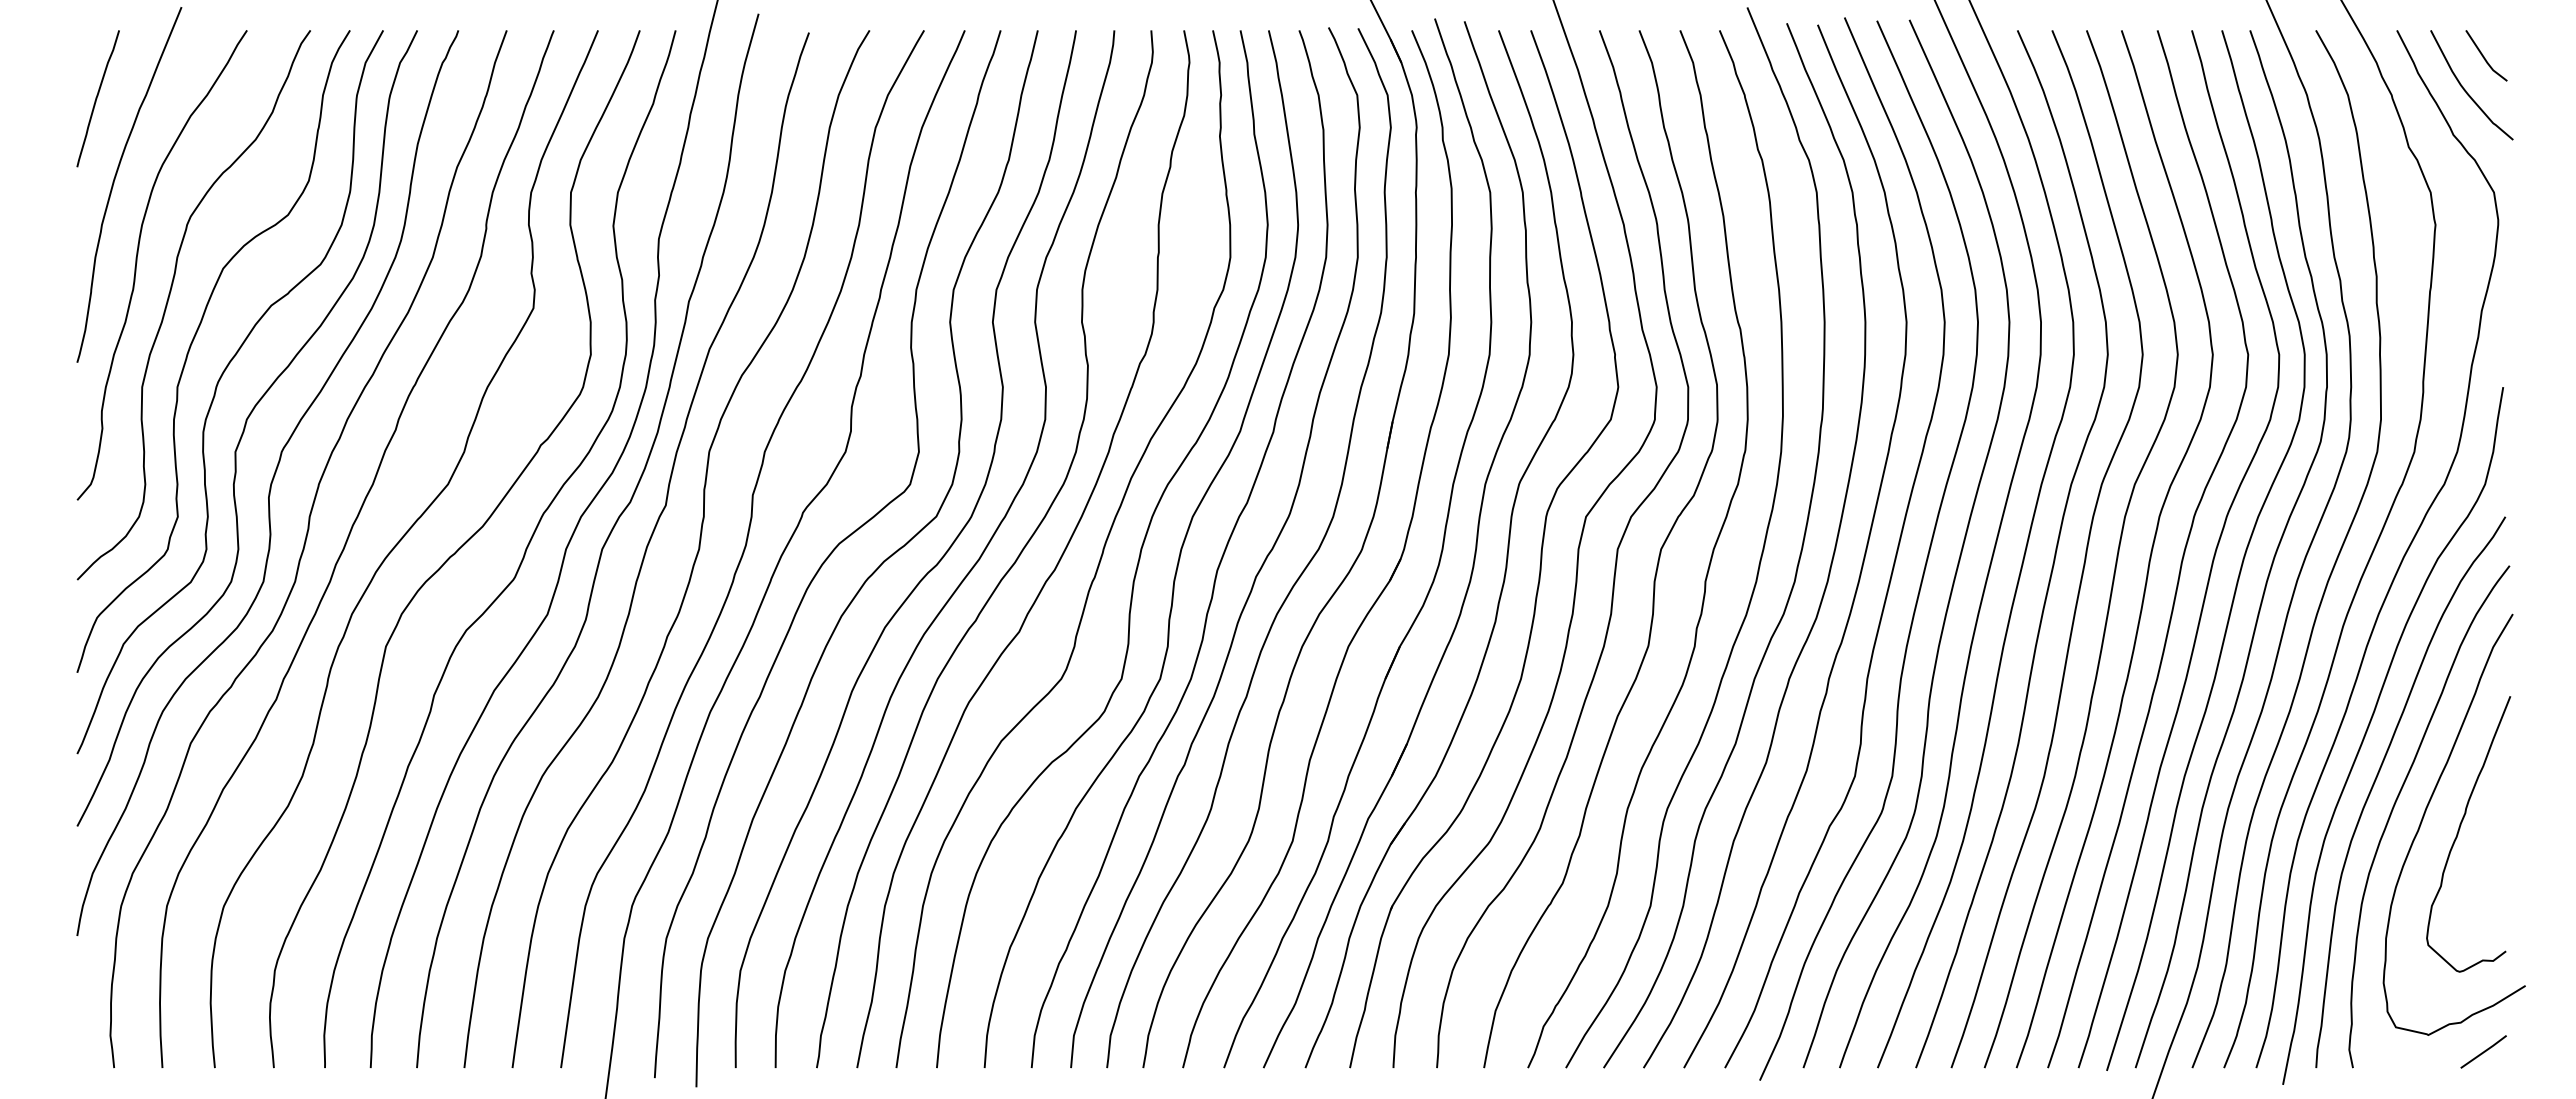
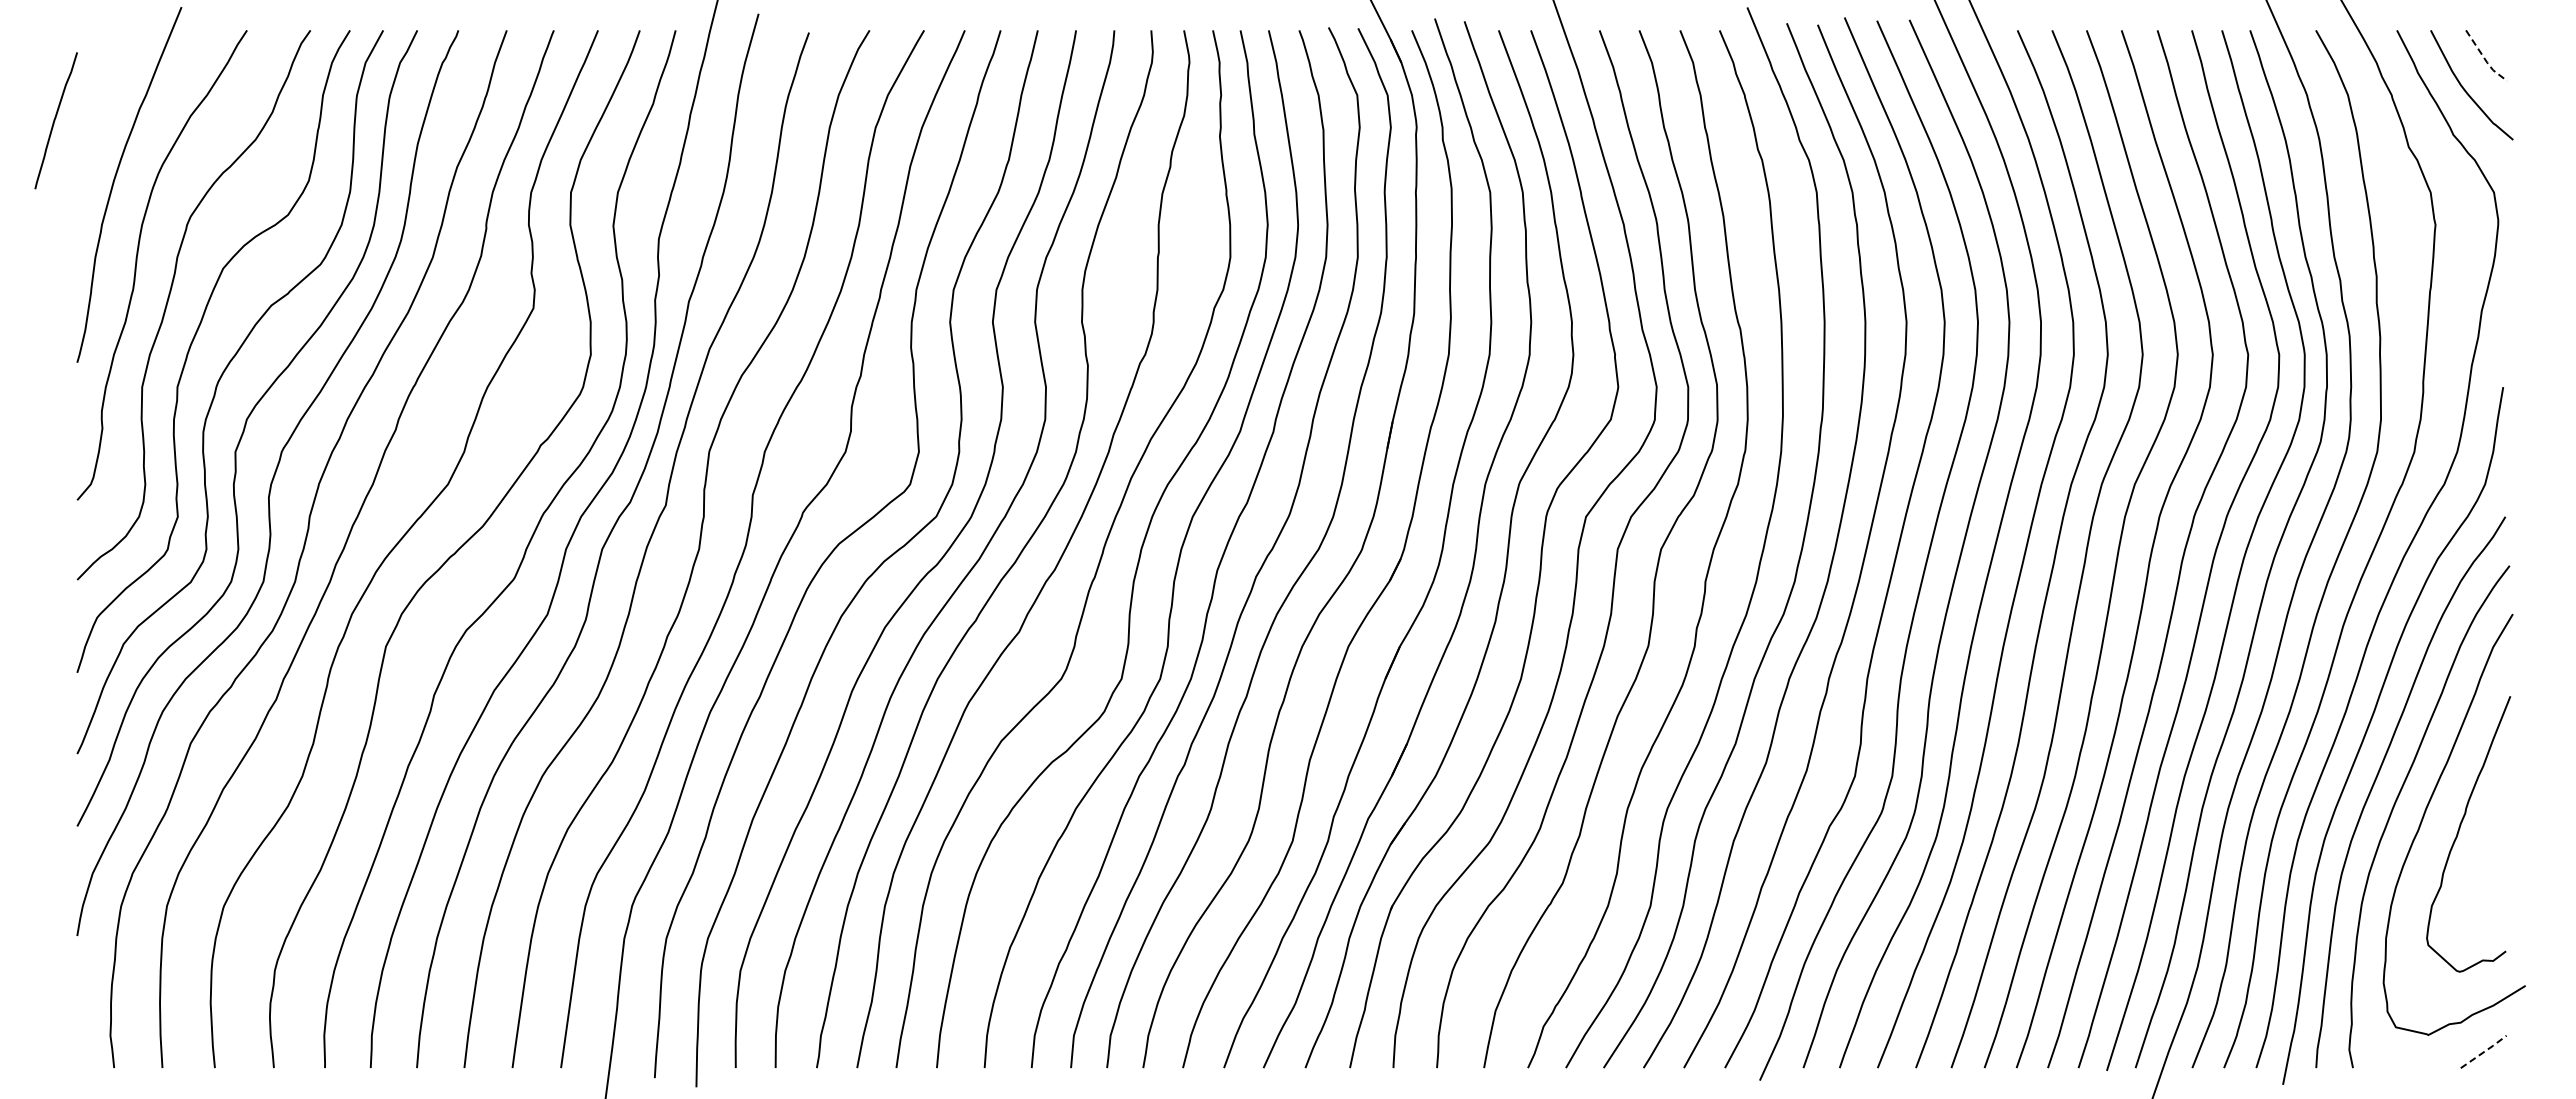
line at (2485, 59): solid -> dashed
curve at (97, 98) position: (97, 98) -> (55, 120)
line at (2484, 1051): solid -> dashed
